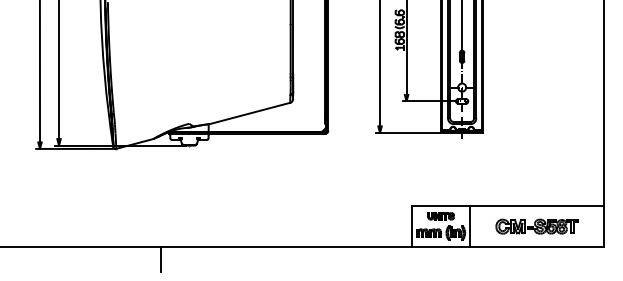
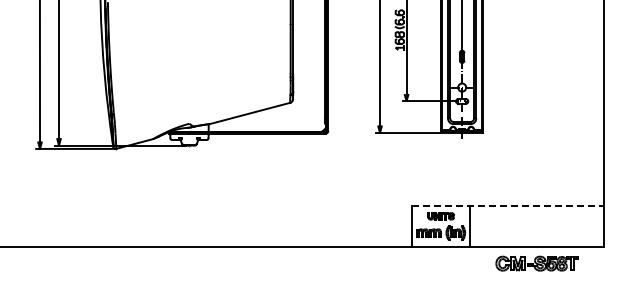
line at (508, 205): solid -> dashed
part at (536, 226) position: (536, 226) -> (536, 263)
line at (161, 259): present -> none
